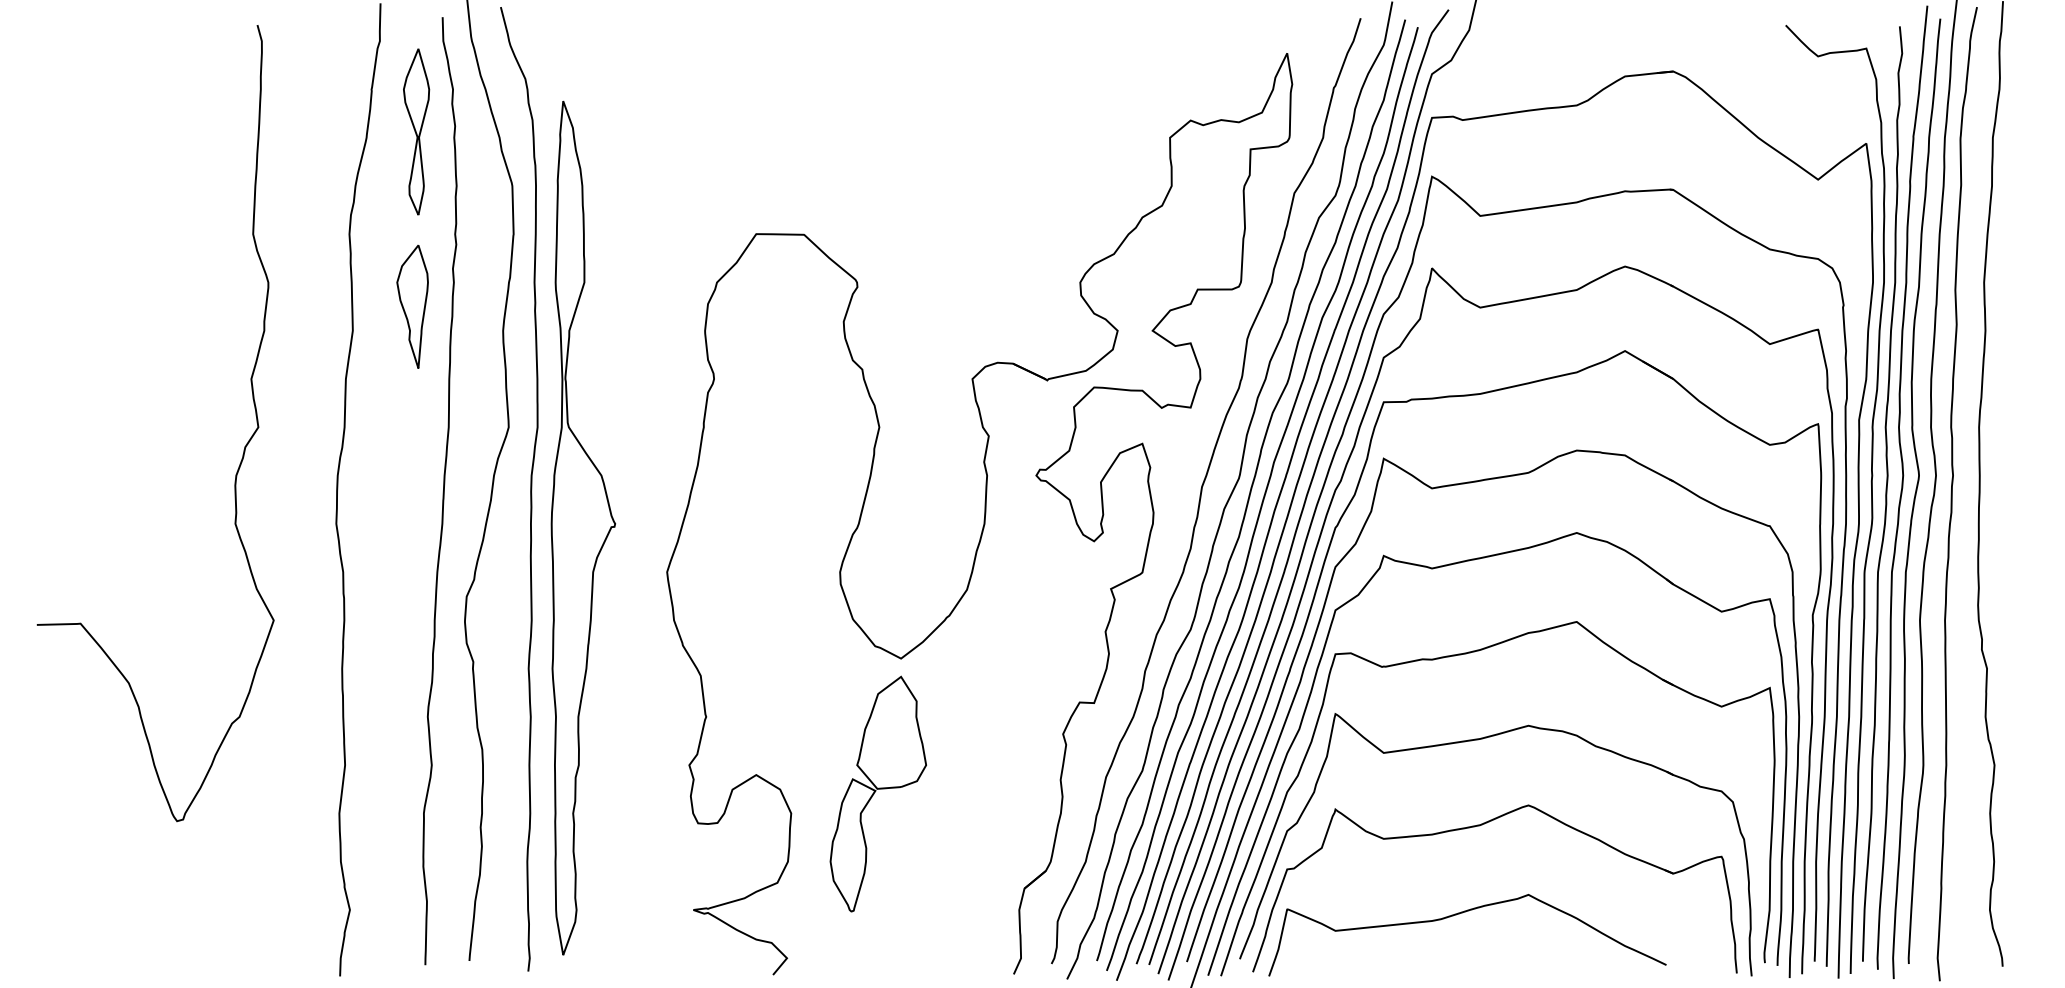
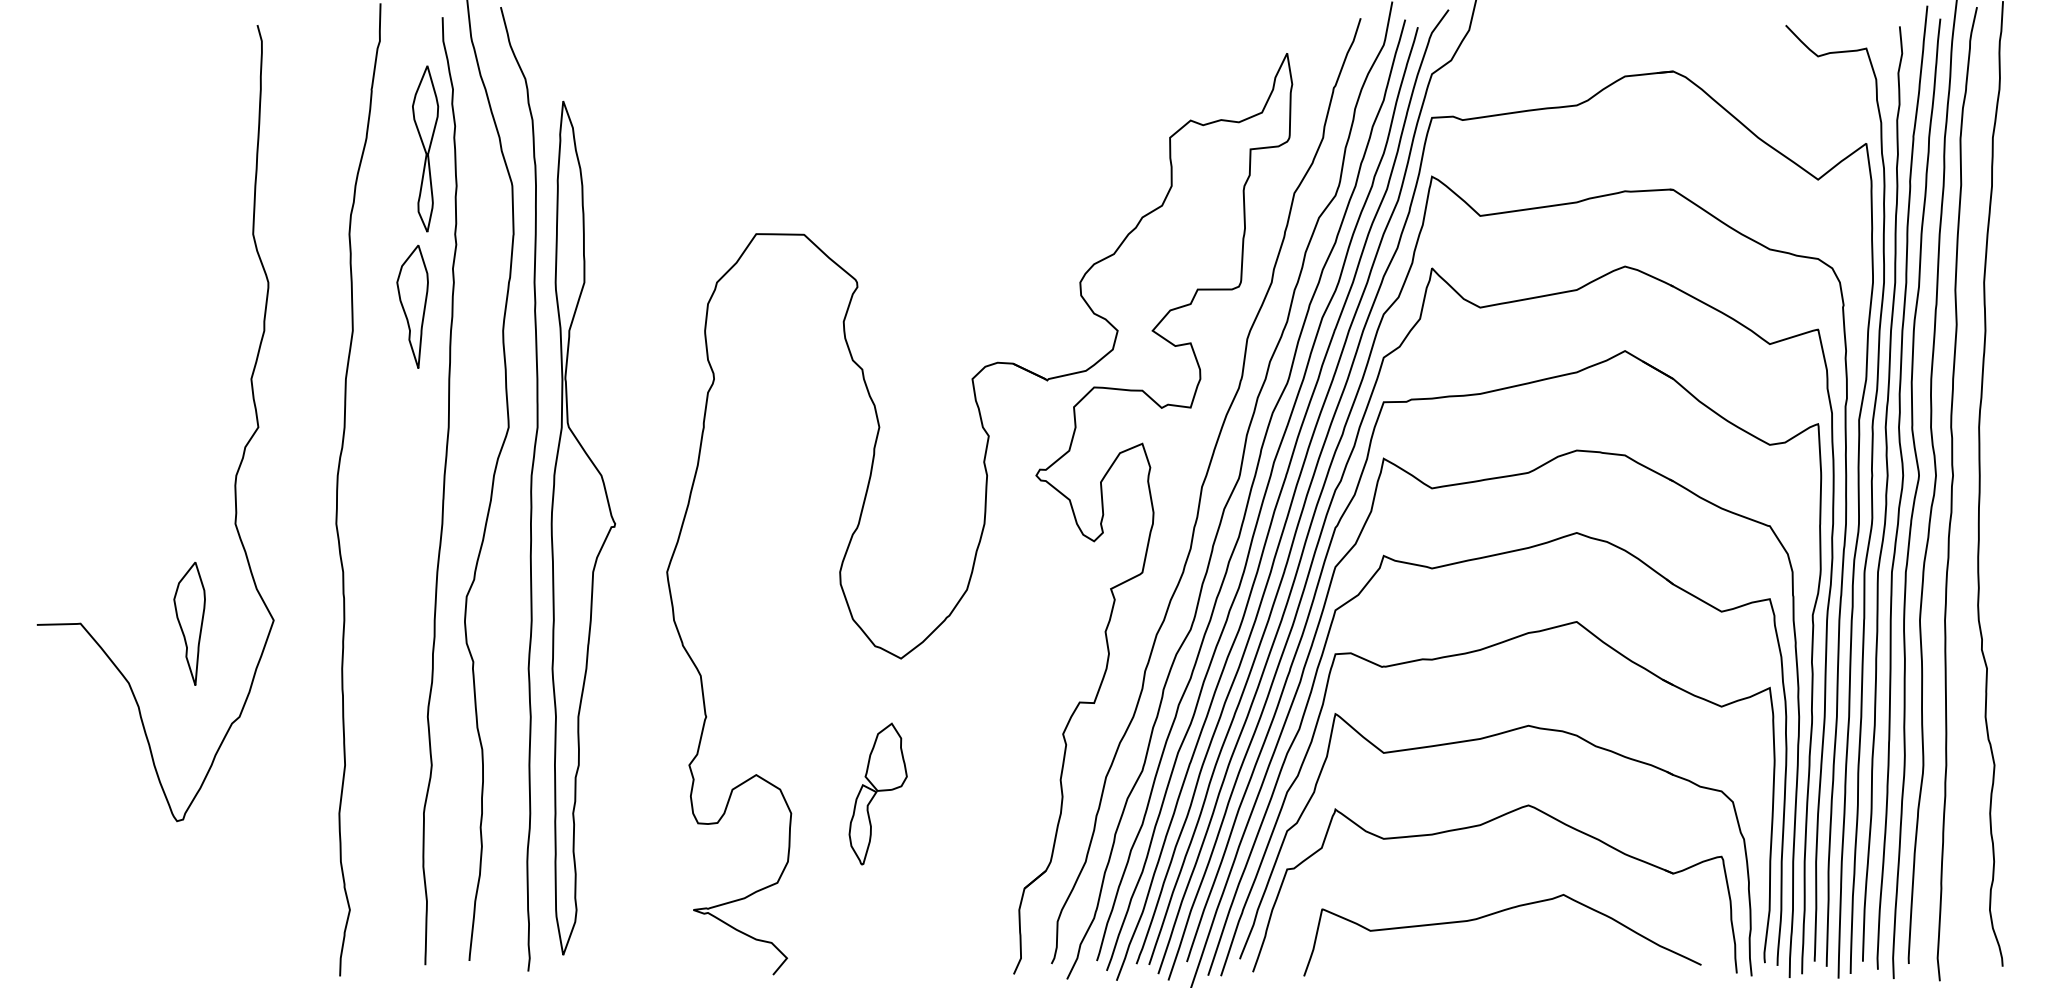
part at (416, 131) position: (416, 131) -> (425, 148)
part at (189, 623): none -> present
part at (877, 793) size: 98x238 px -> 60x144 px
curve at (1459, 914) position: (1459, 914) -> (1494, 914)
